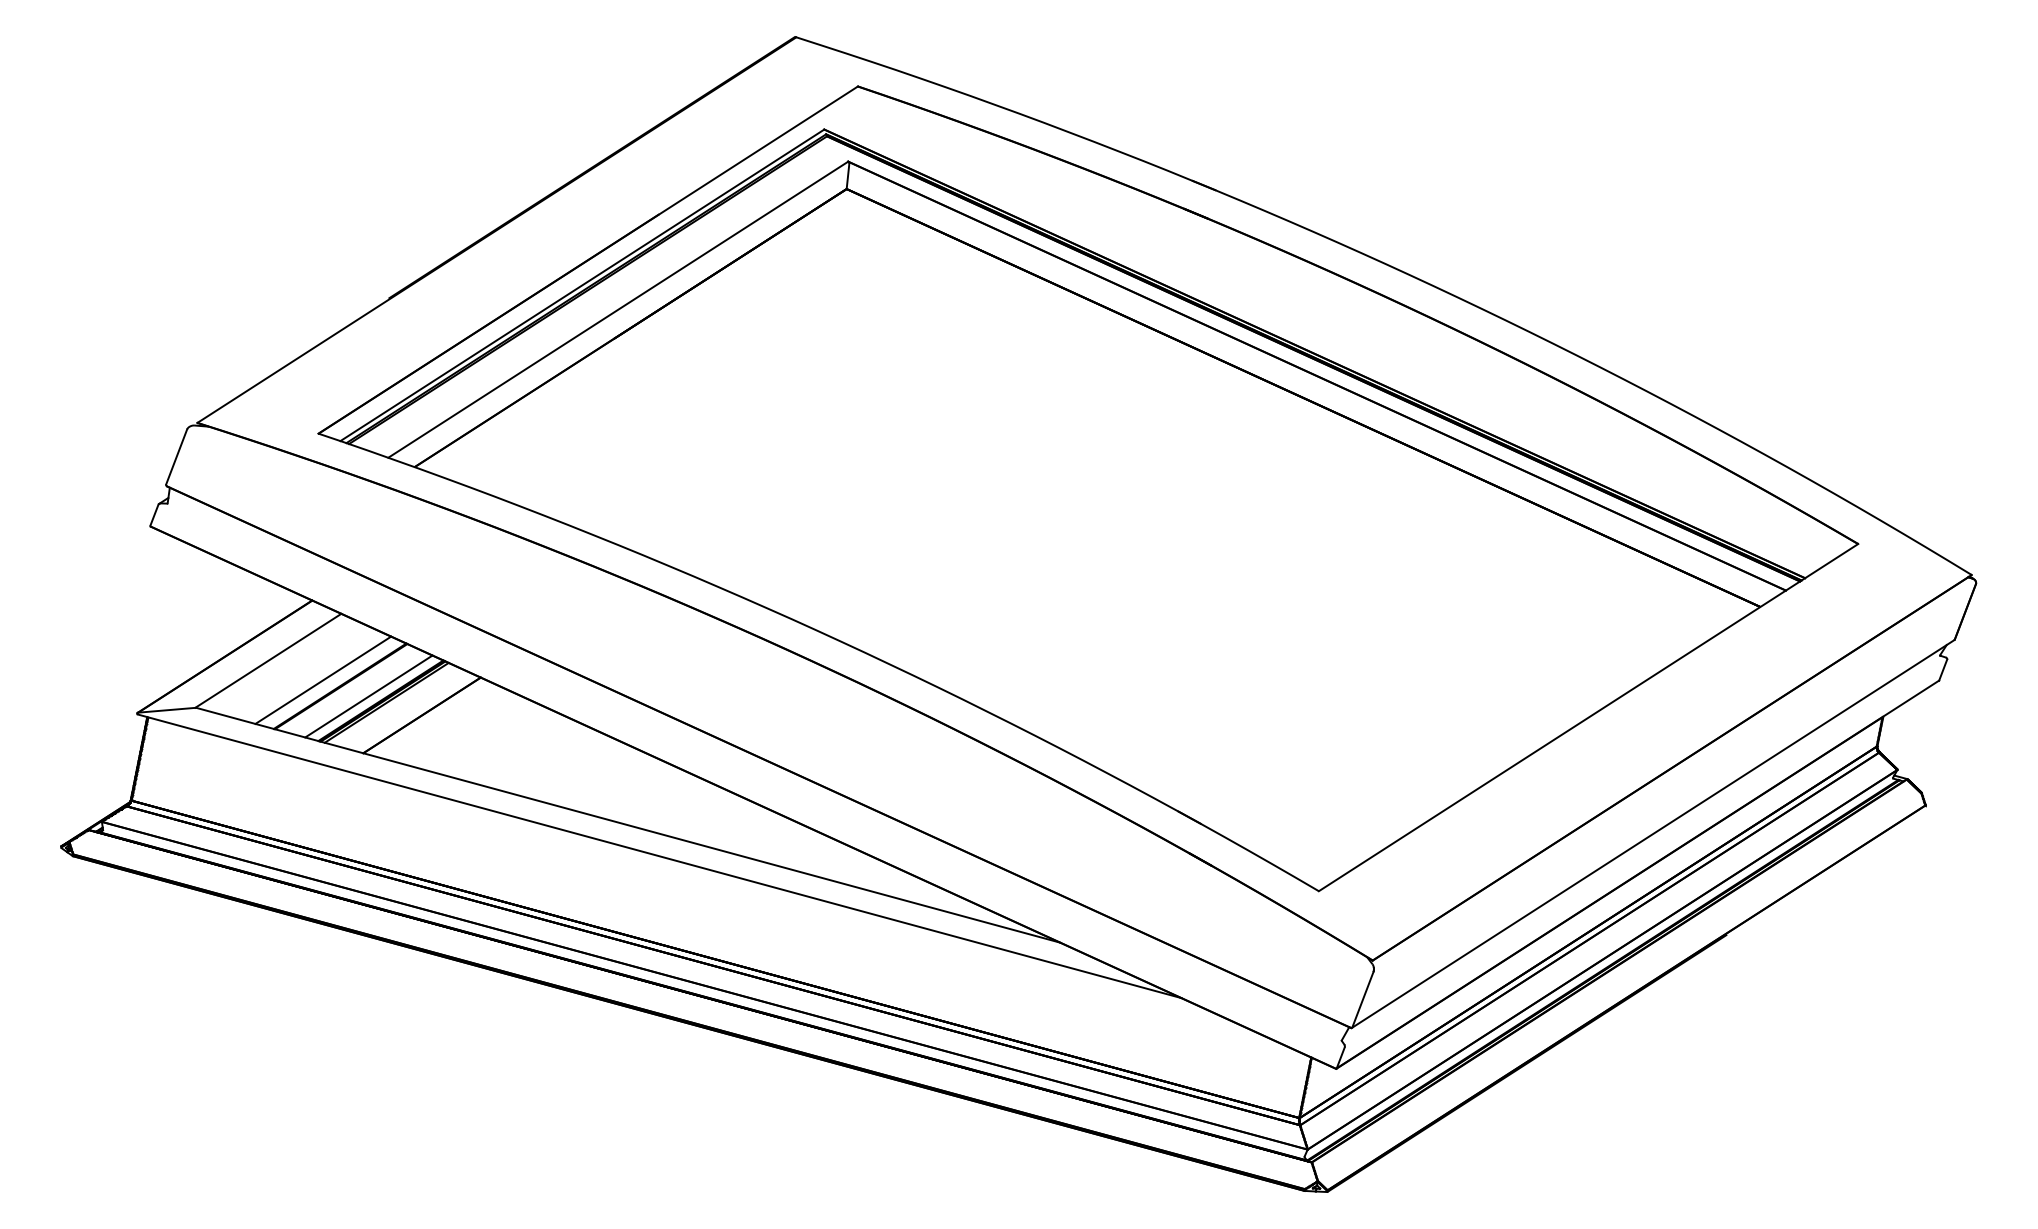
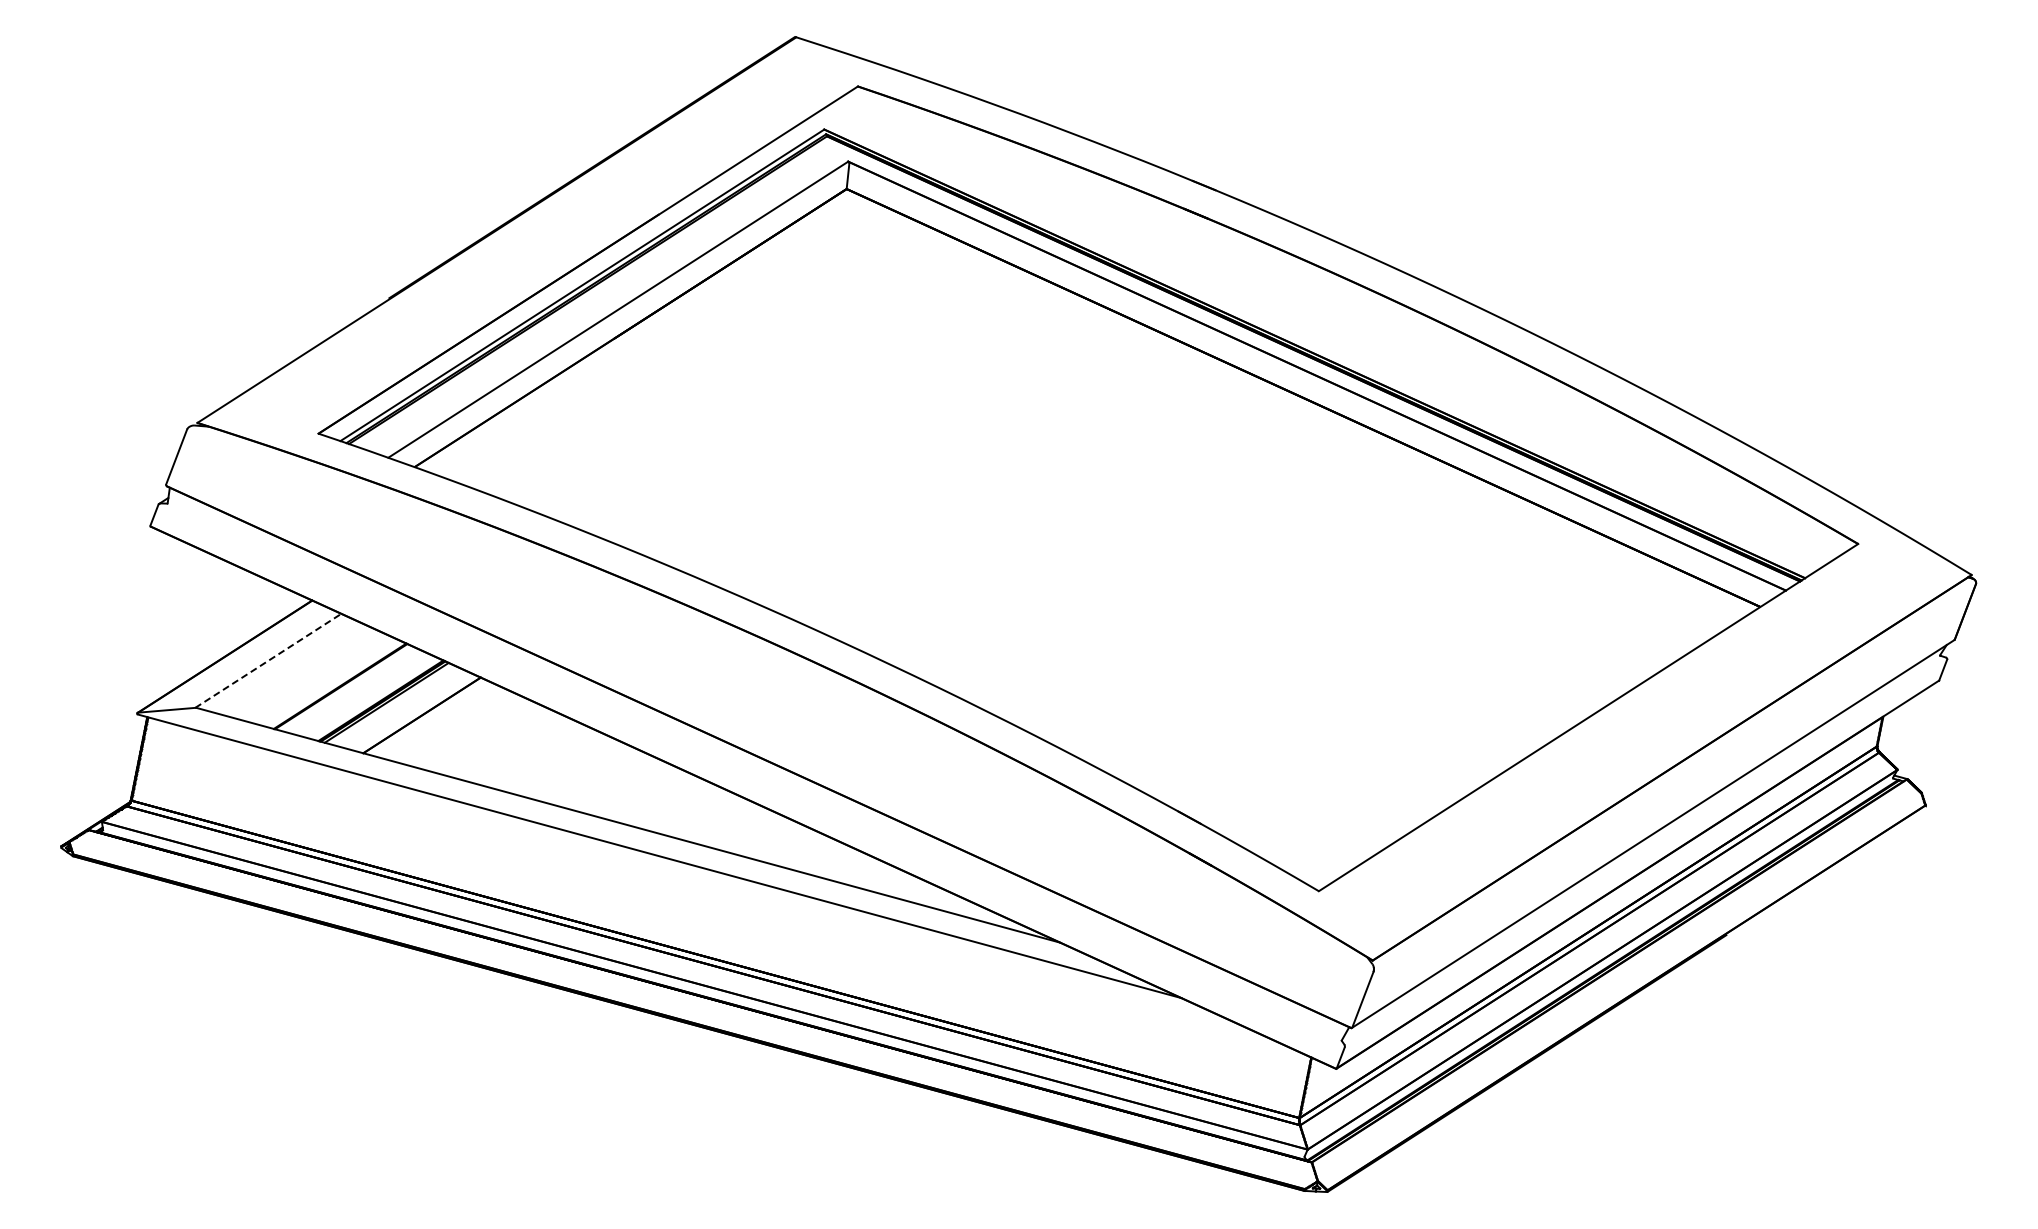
line at (268, 660): solid -> dashed
line at (323, 679): present -> none
line at (368, 696): present -> none
